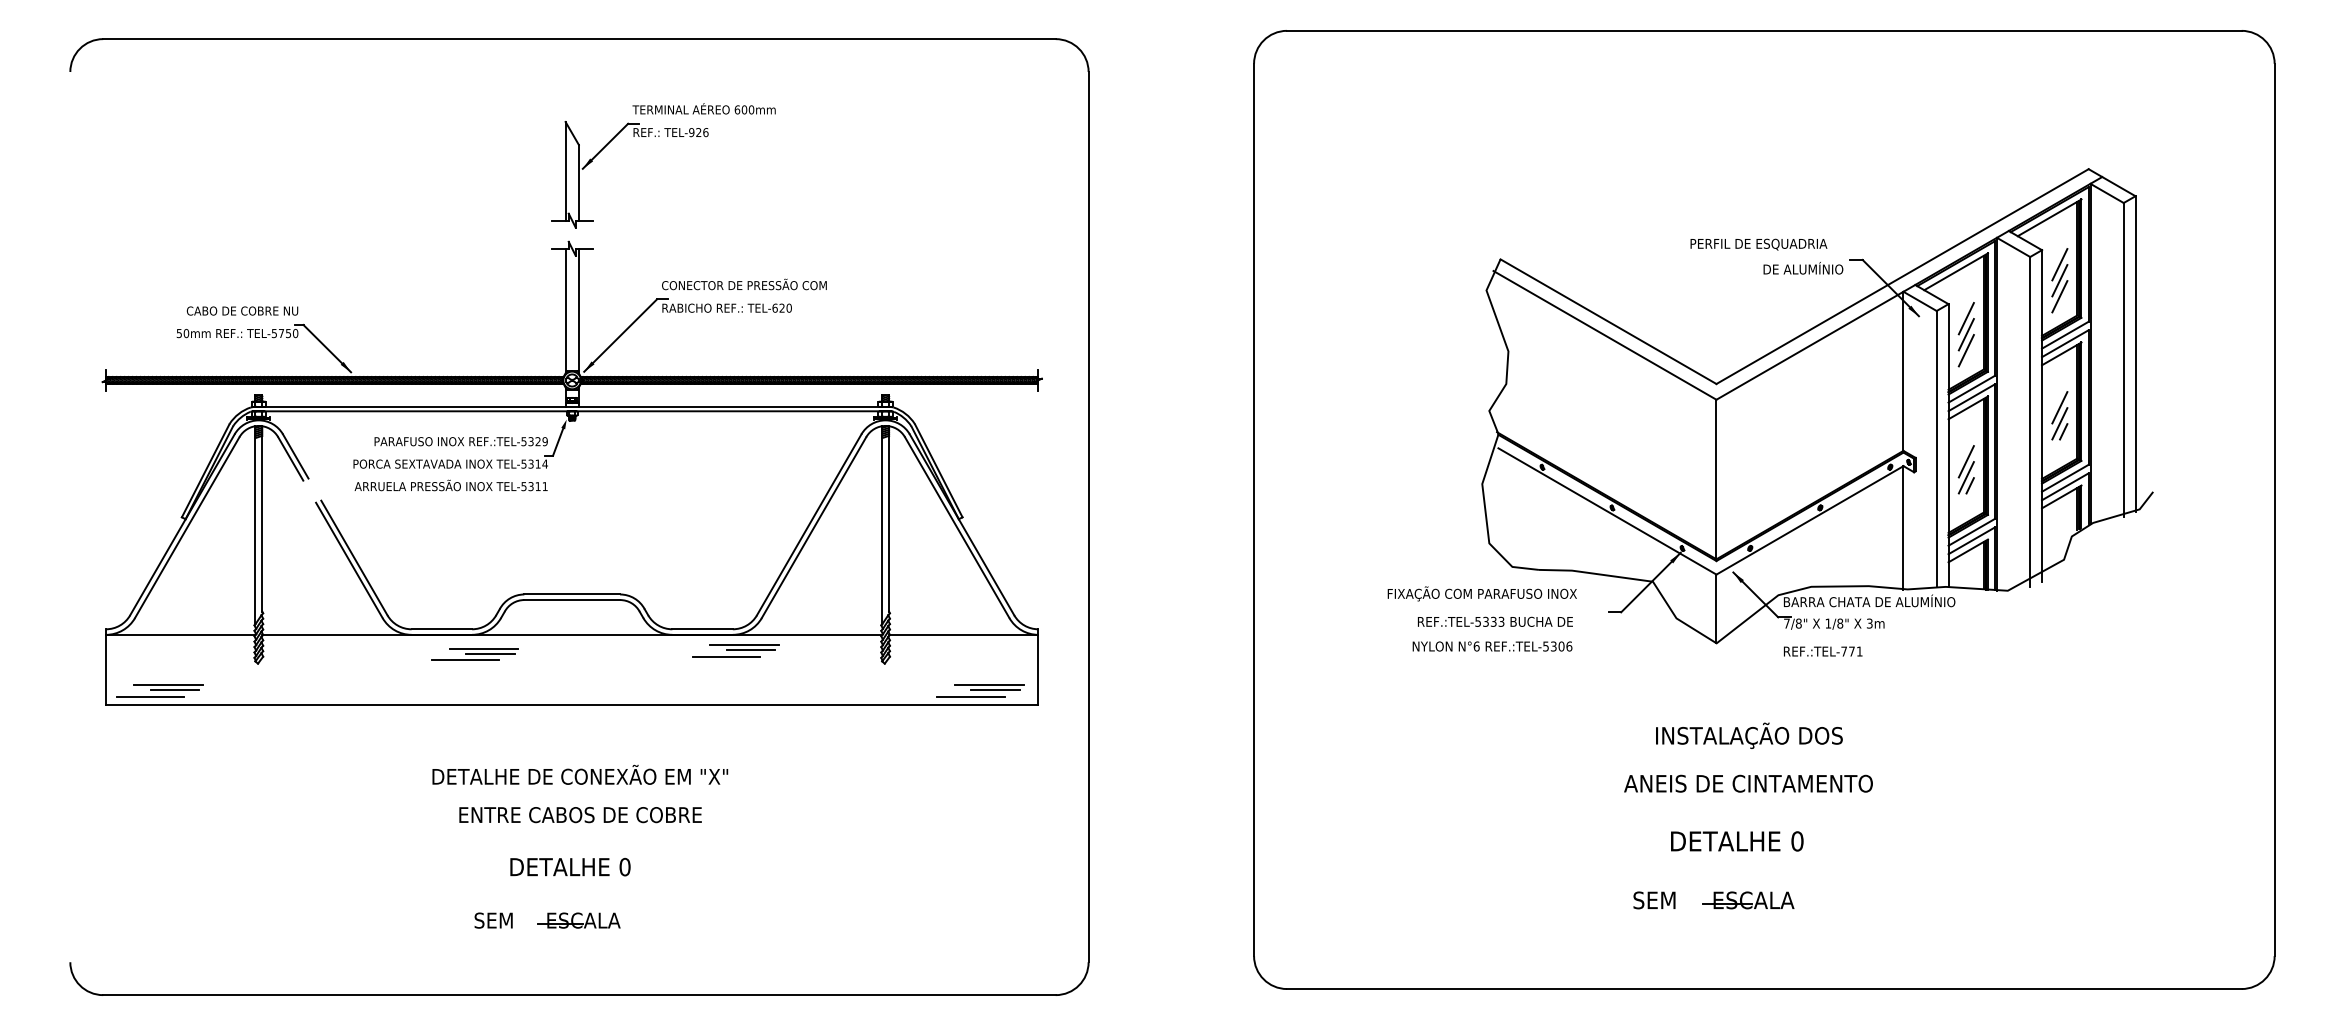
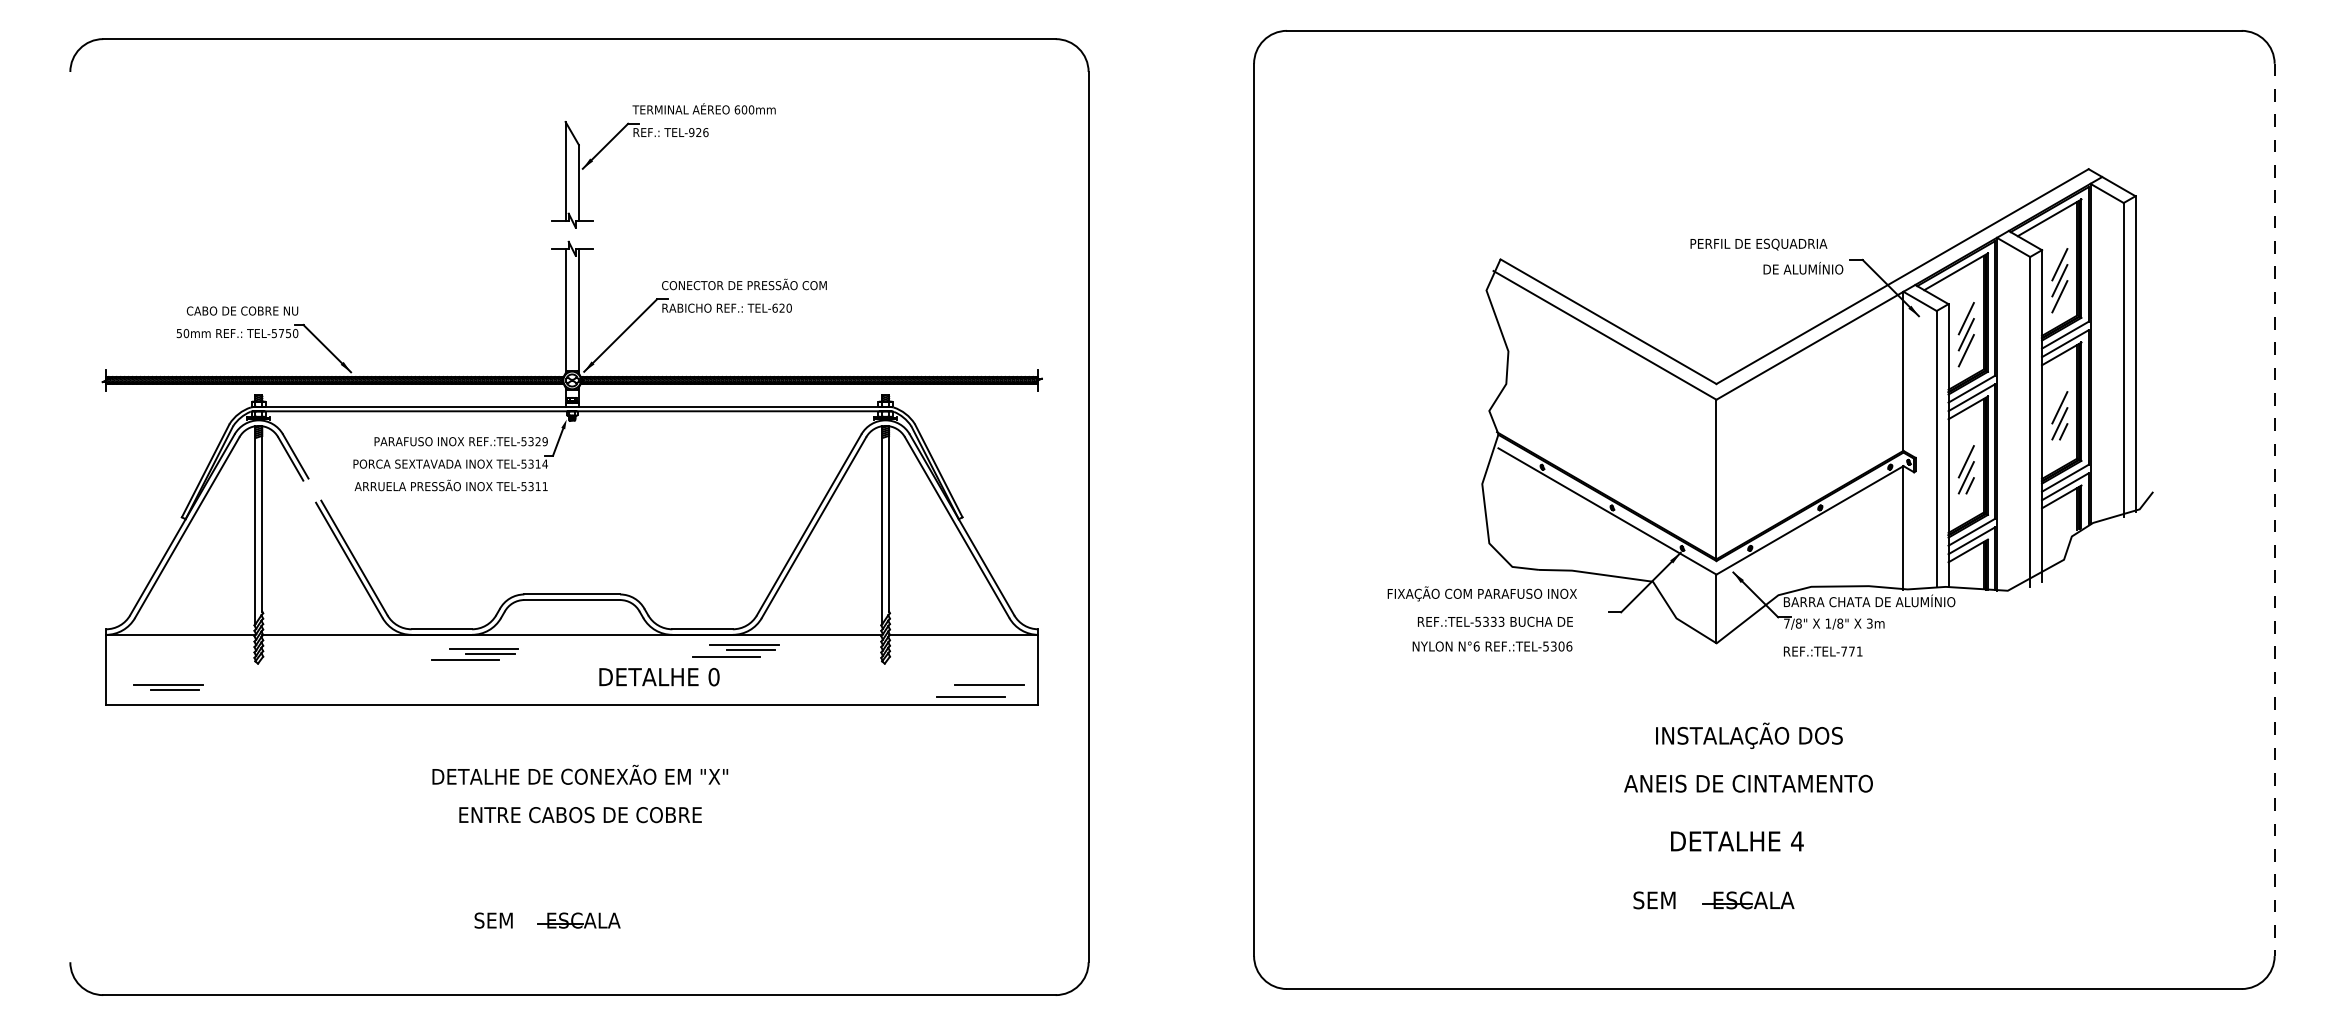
line at (2274, 510): solid -> dashed
line at (995, 690): present -> none
line at (150, 696): present -> none
text at (1797, 841): 0 -> 4
text at (570, 867) position: (570, 867) -> (659, 677)
